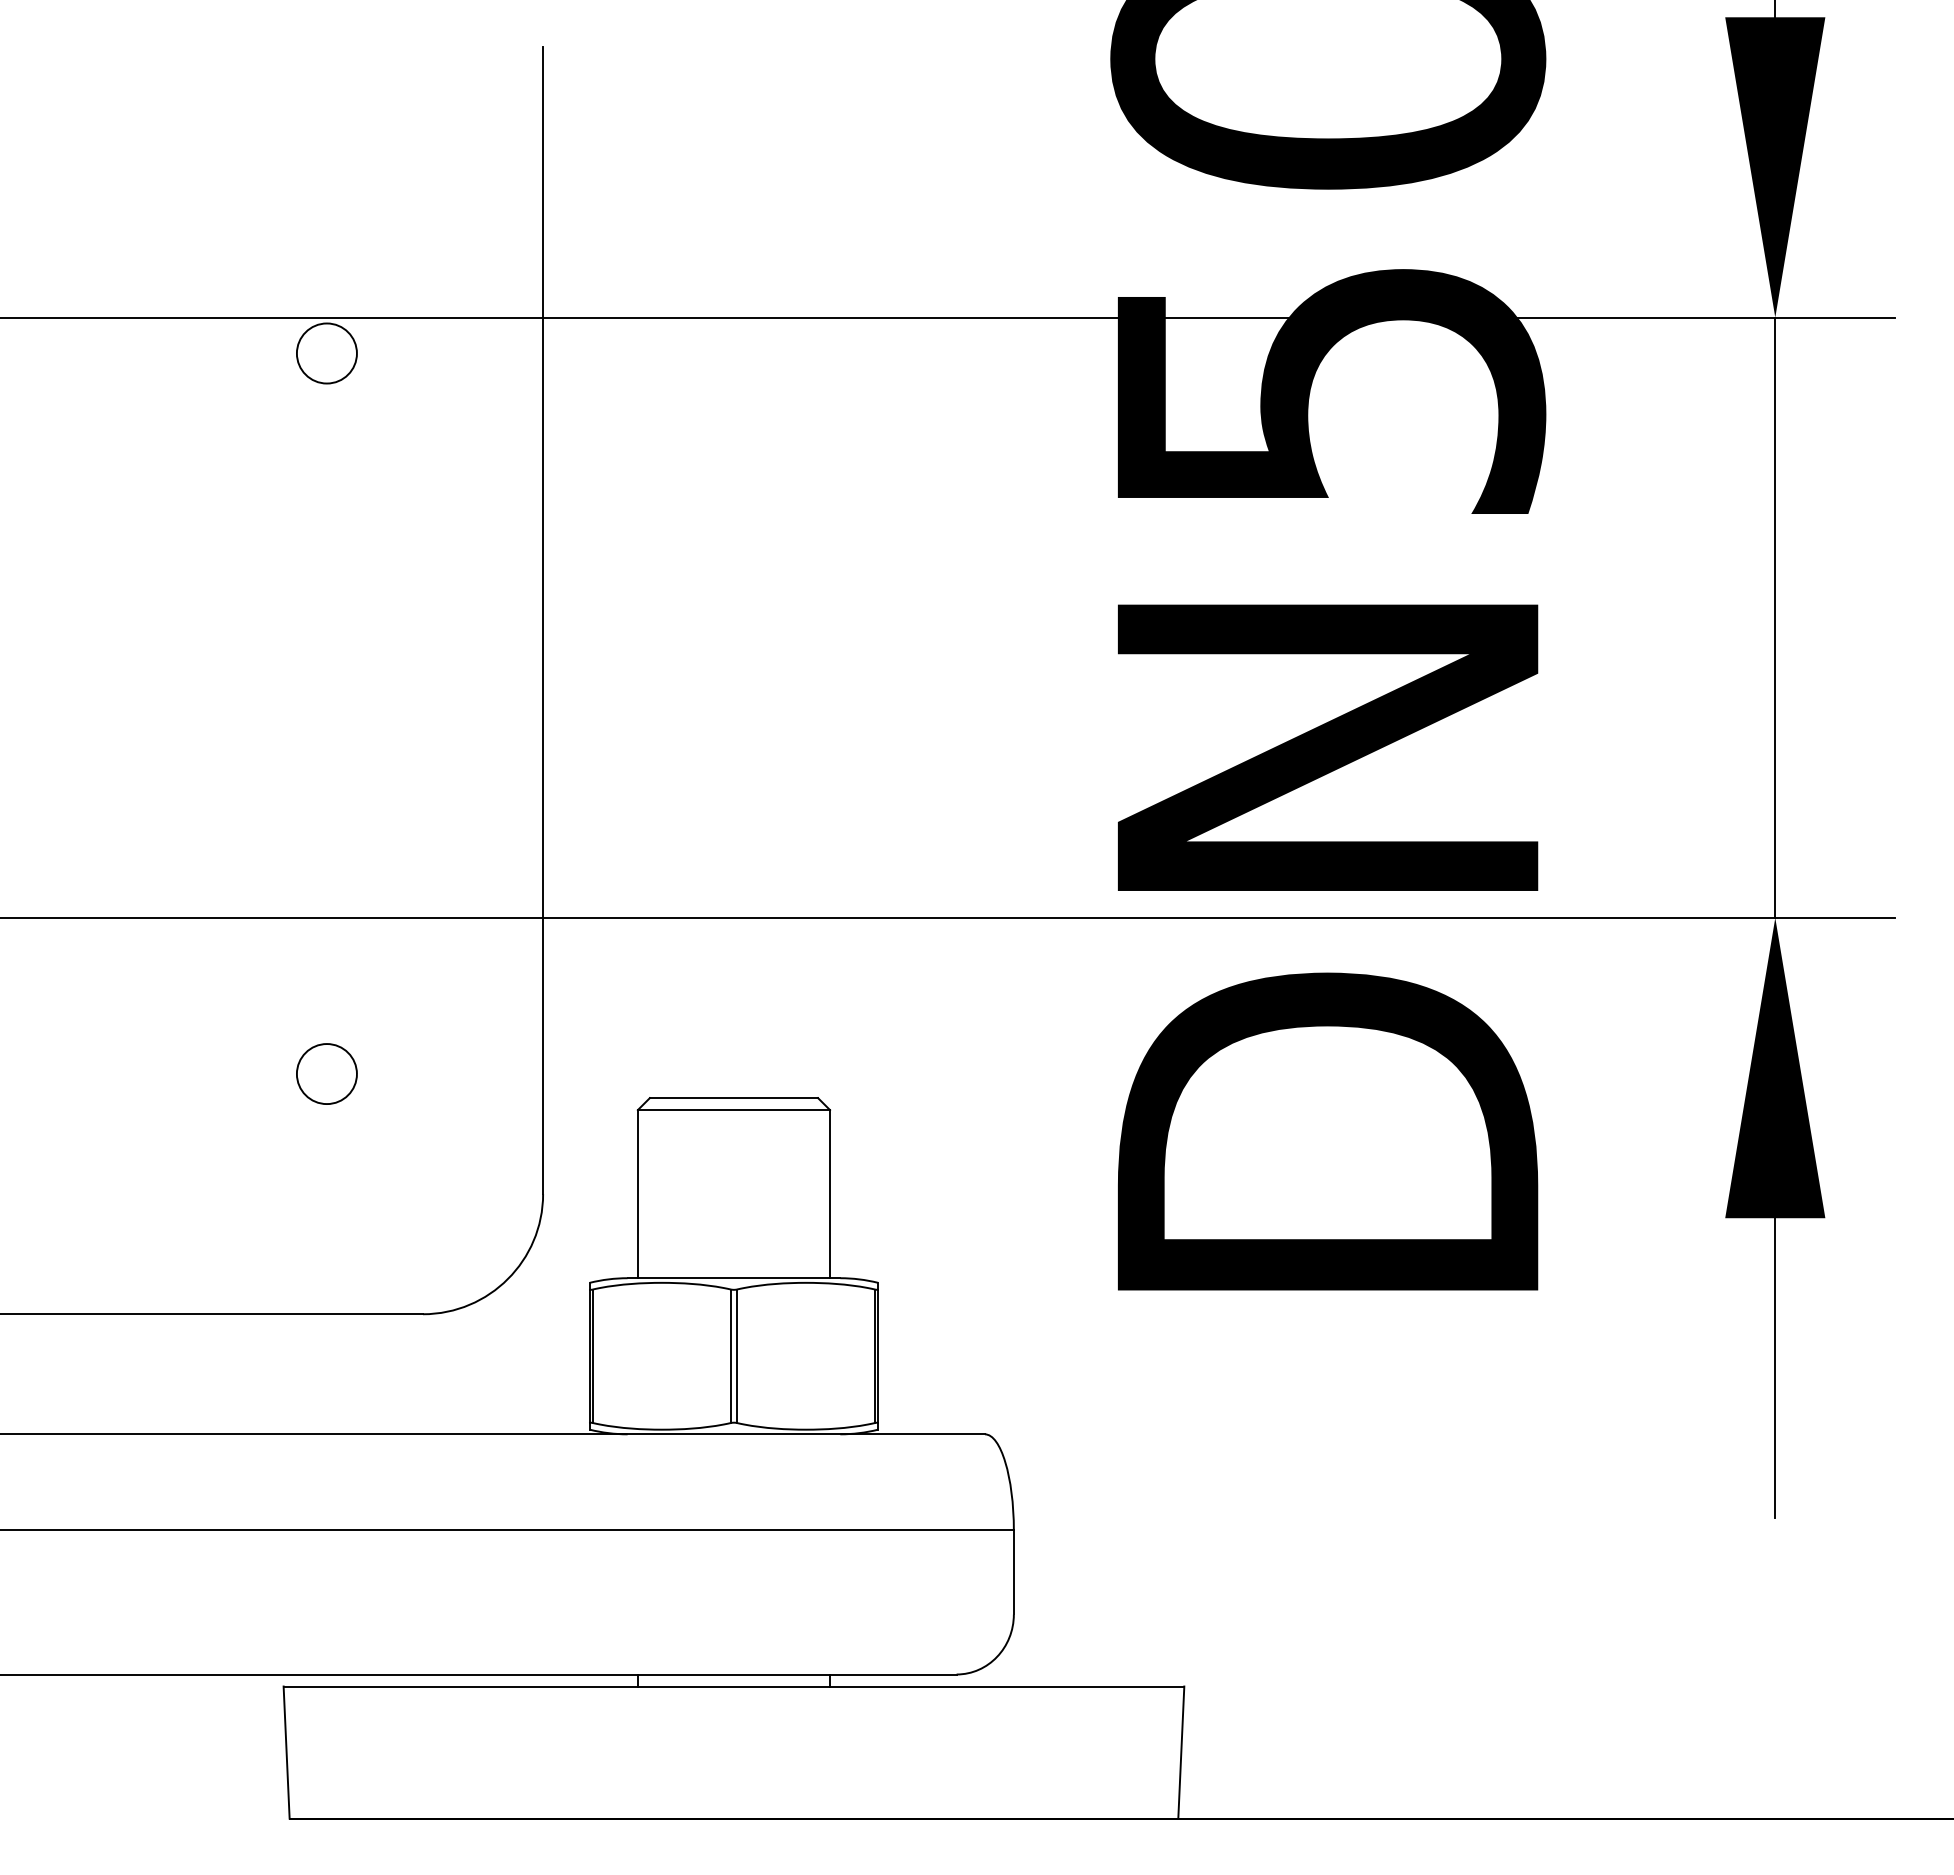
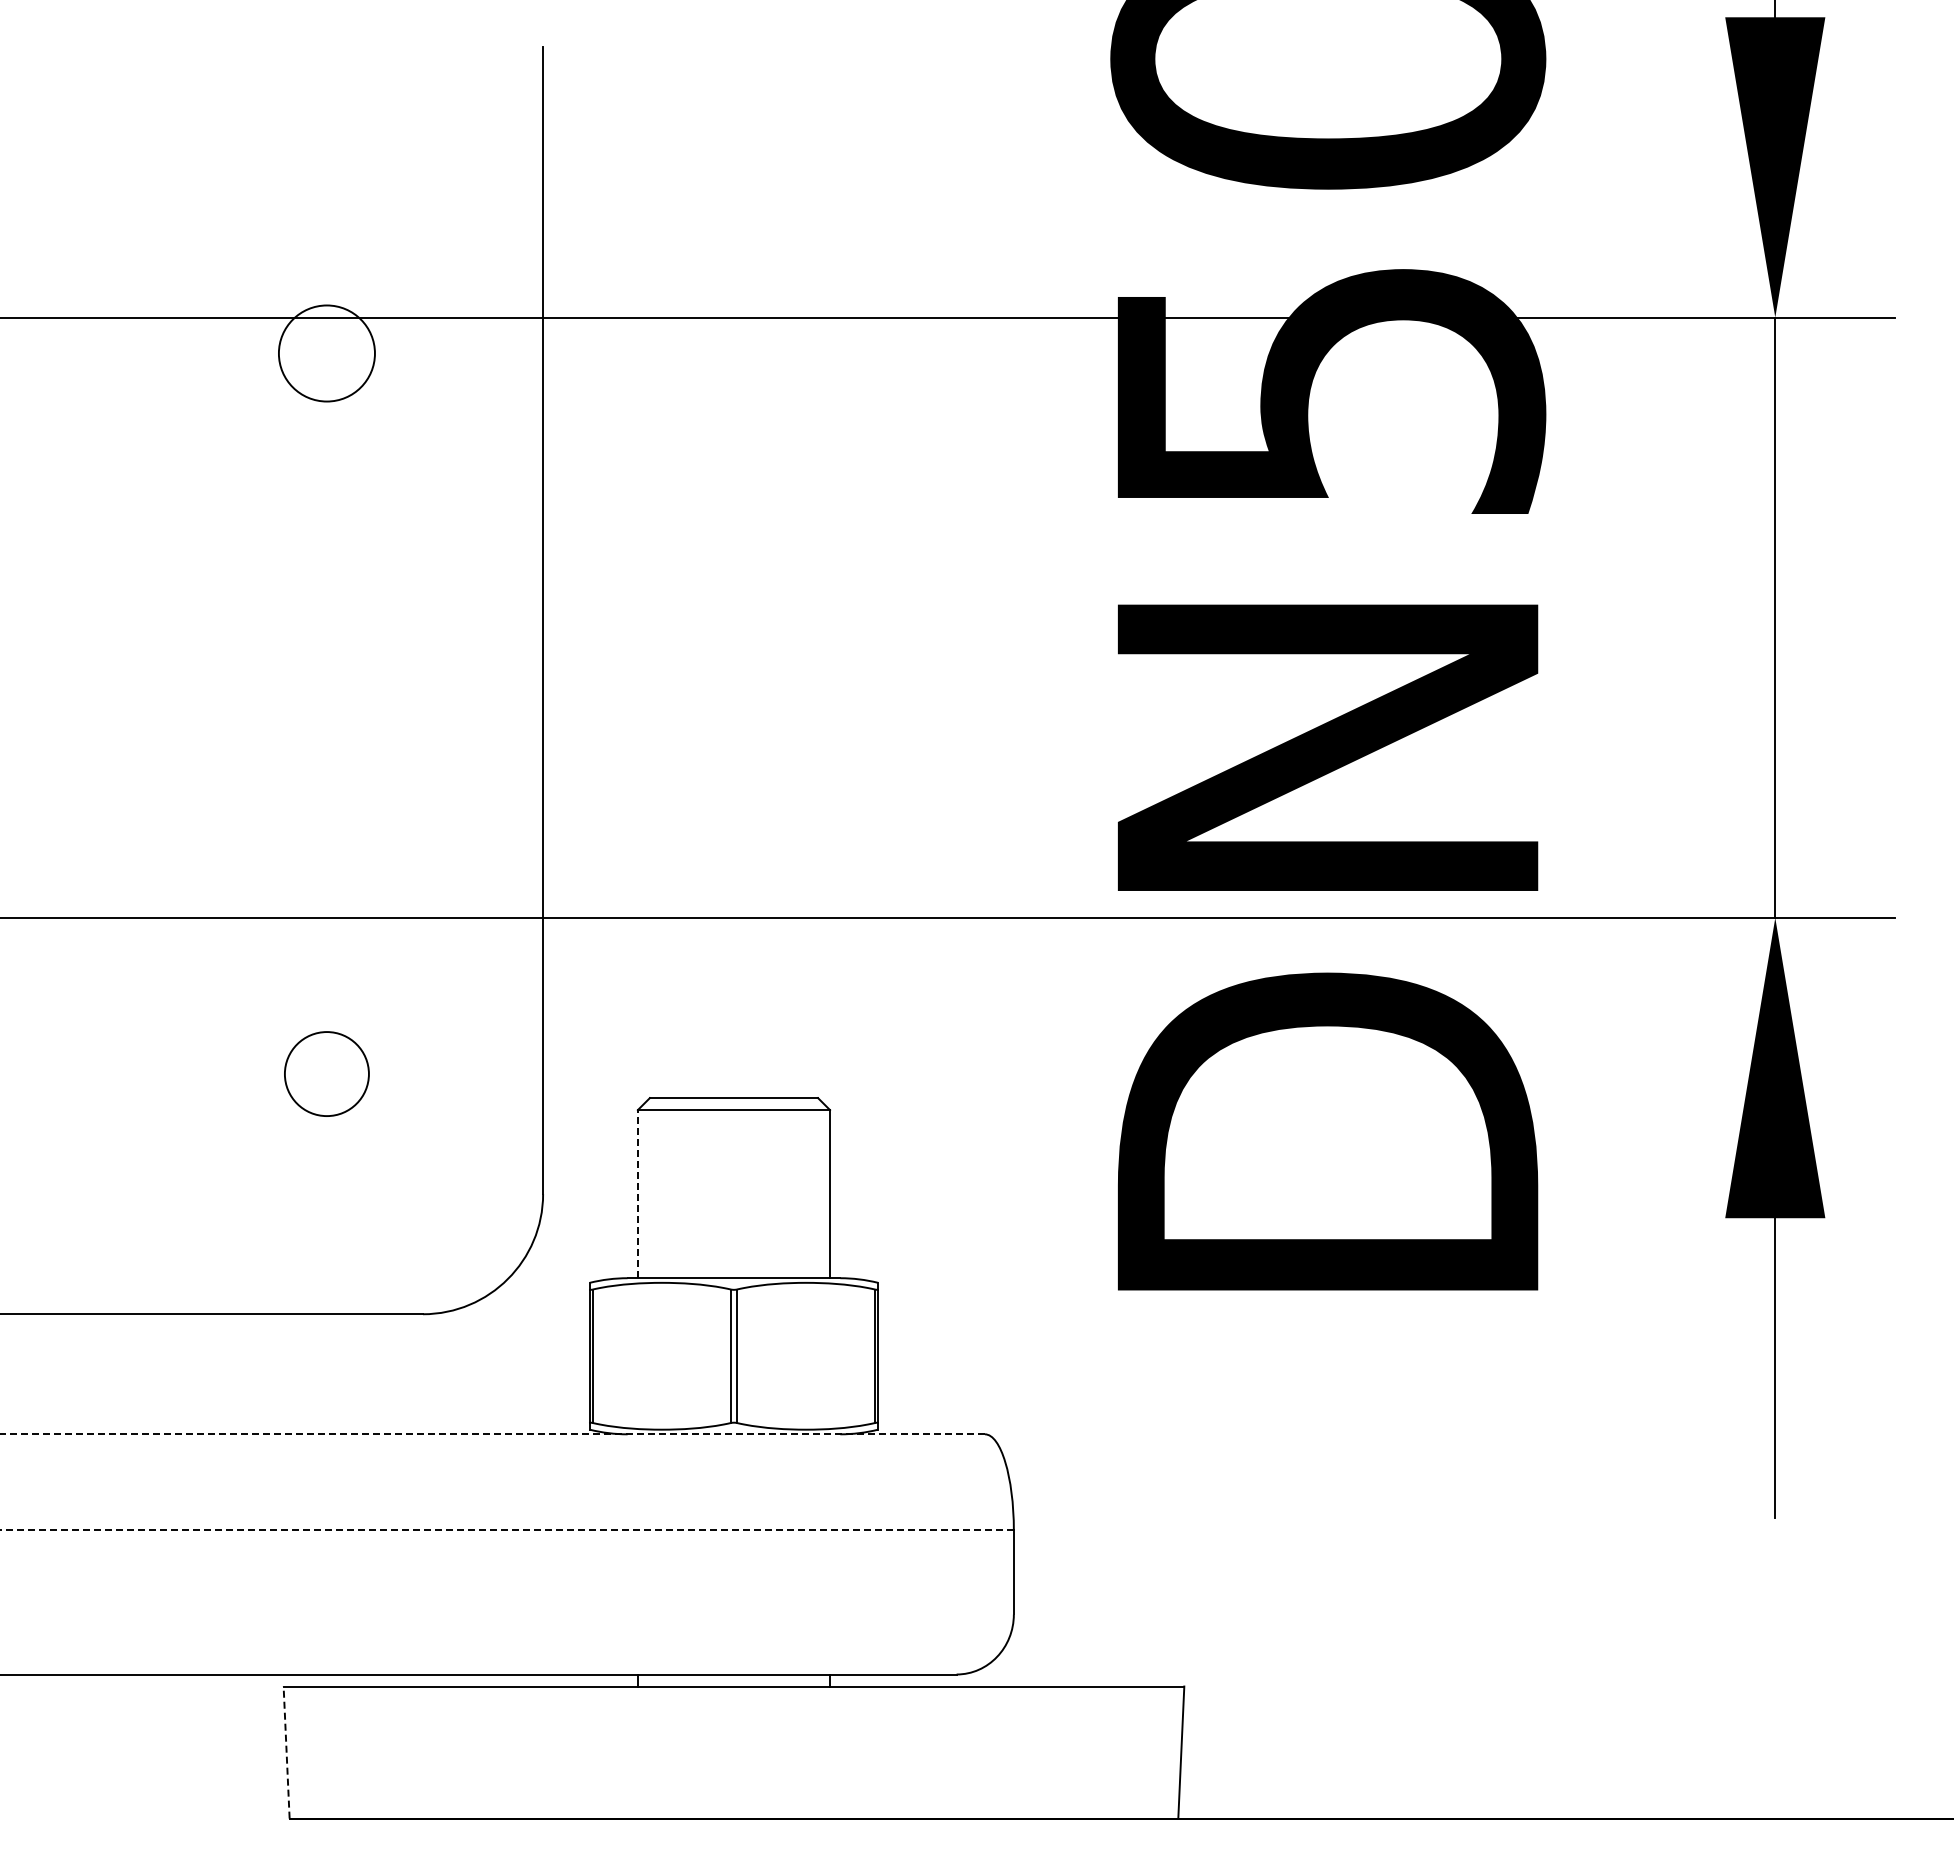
circle at (326, 353) diameter: 60 px -> 96 px
circle at (326, 1073) size: 62x62 px -> 86x86 px
line at (637, 1193): solid -> dashed
line at (491, 1434): solid -> dashed
line at (506, 1530): solid -> dashed
line at (286, 1752): solid -> dashed
